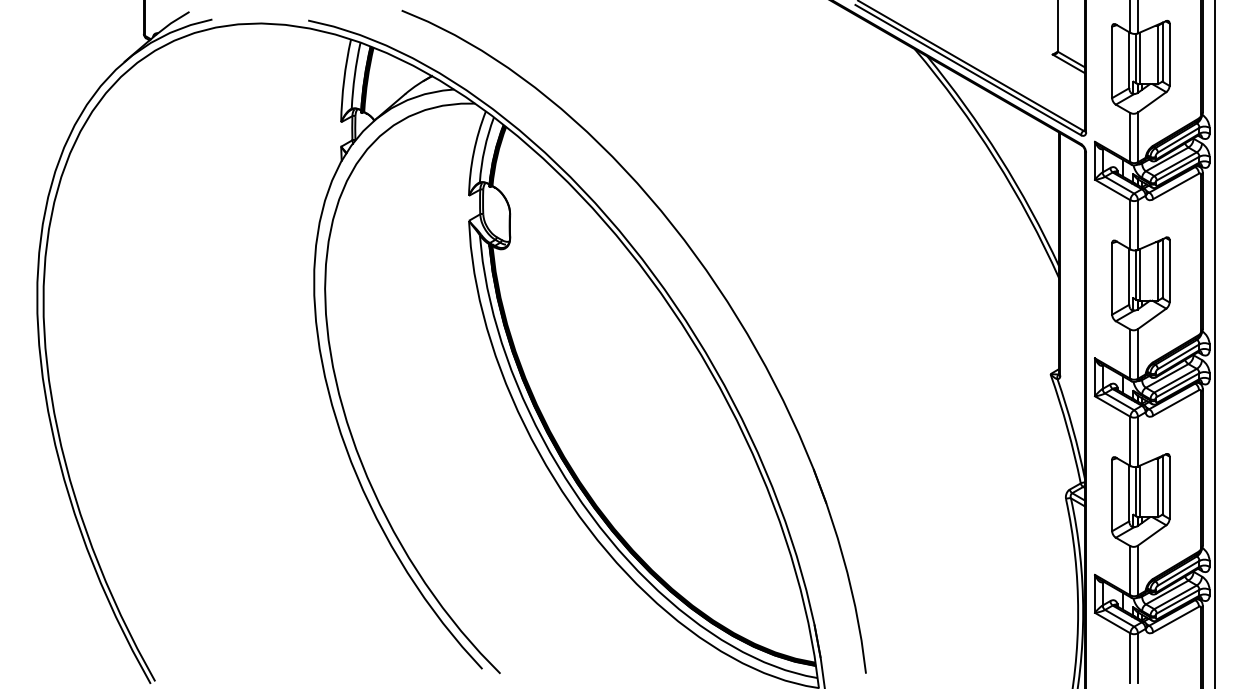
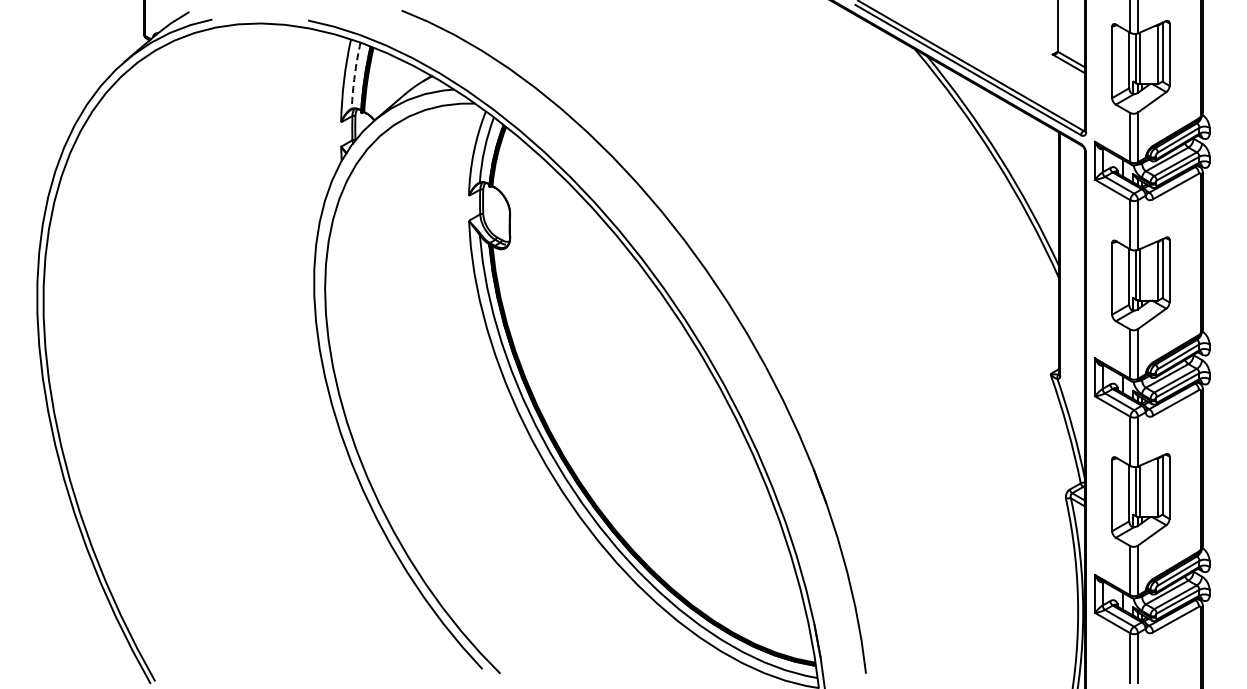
arc at (354, 75): solid -> dashed
line at (1214, 343): present -> none
